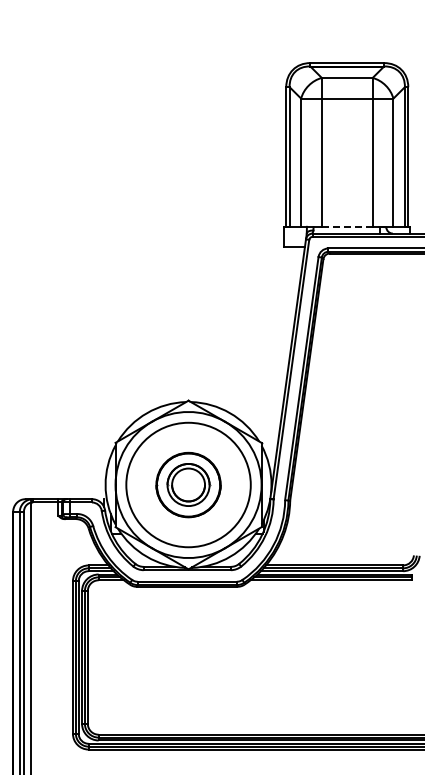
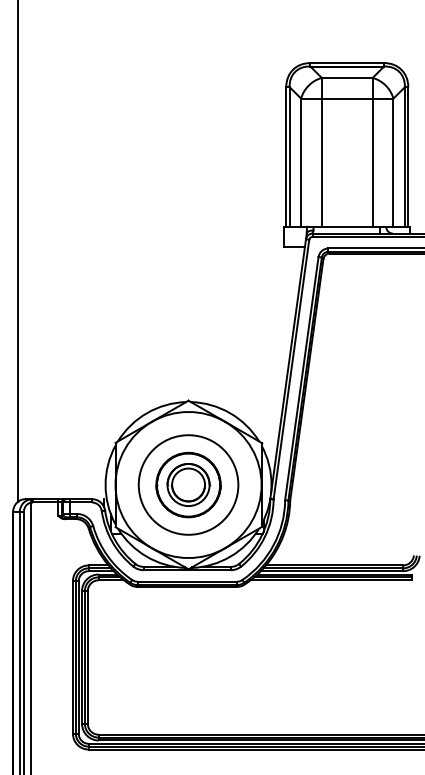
line at (347, 226): dashed -> solid
line at (18, 251): none -> present
circle at (188, 484) diameter: 124 px -> 100 px
